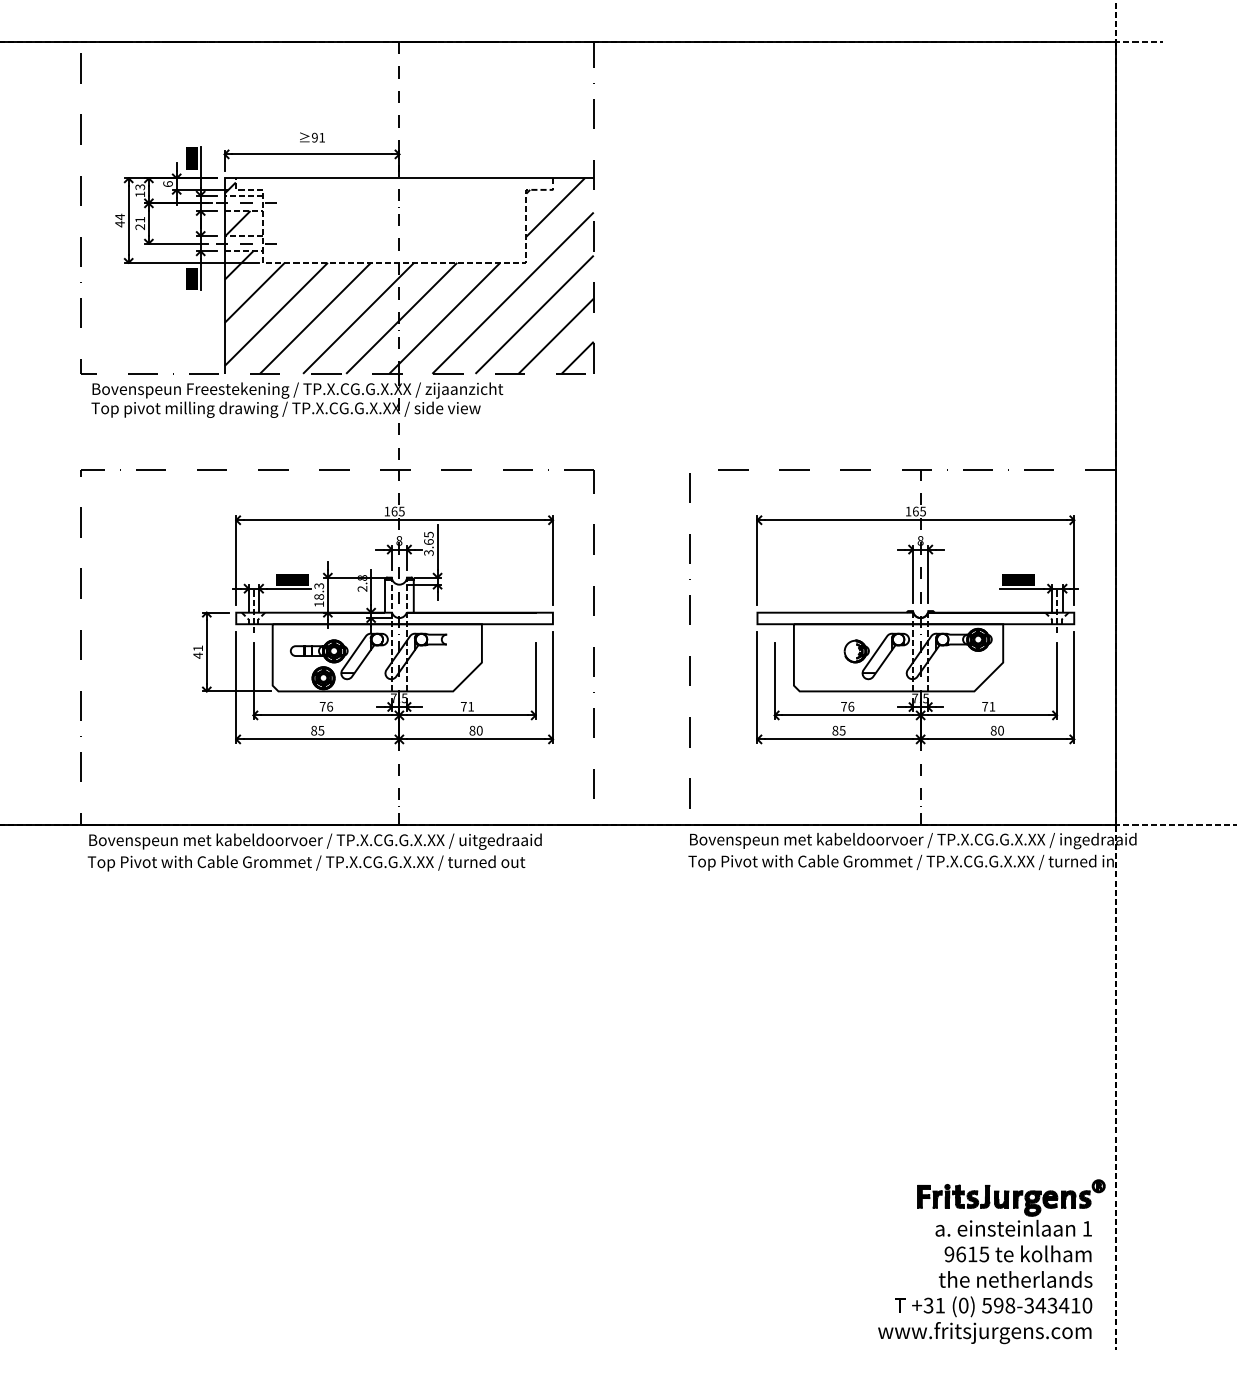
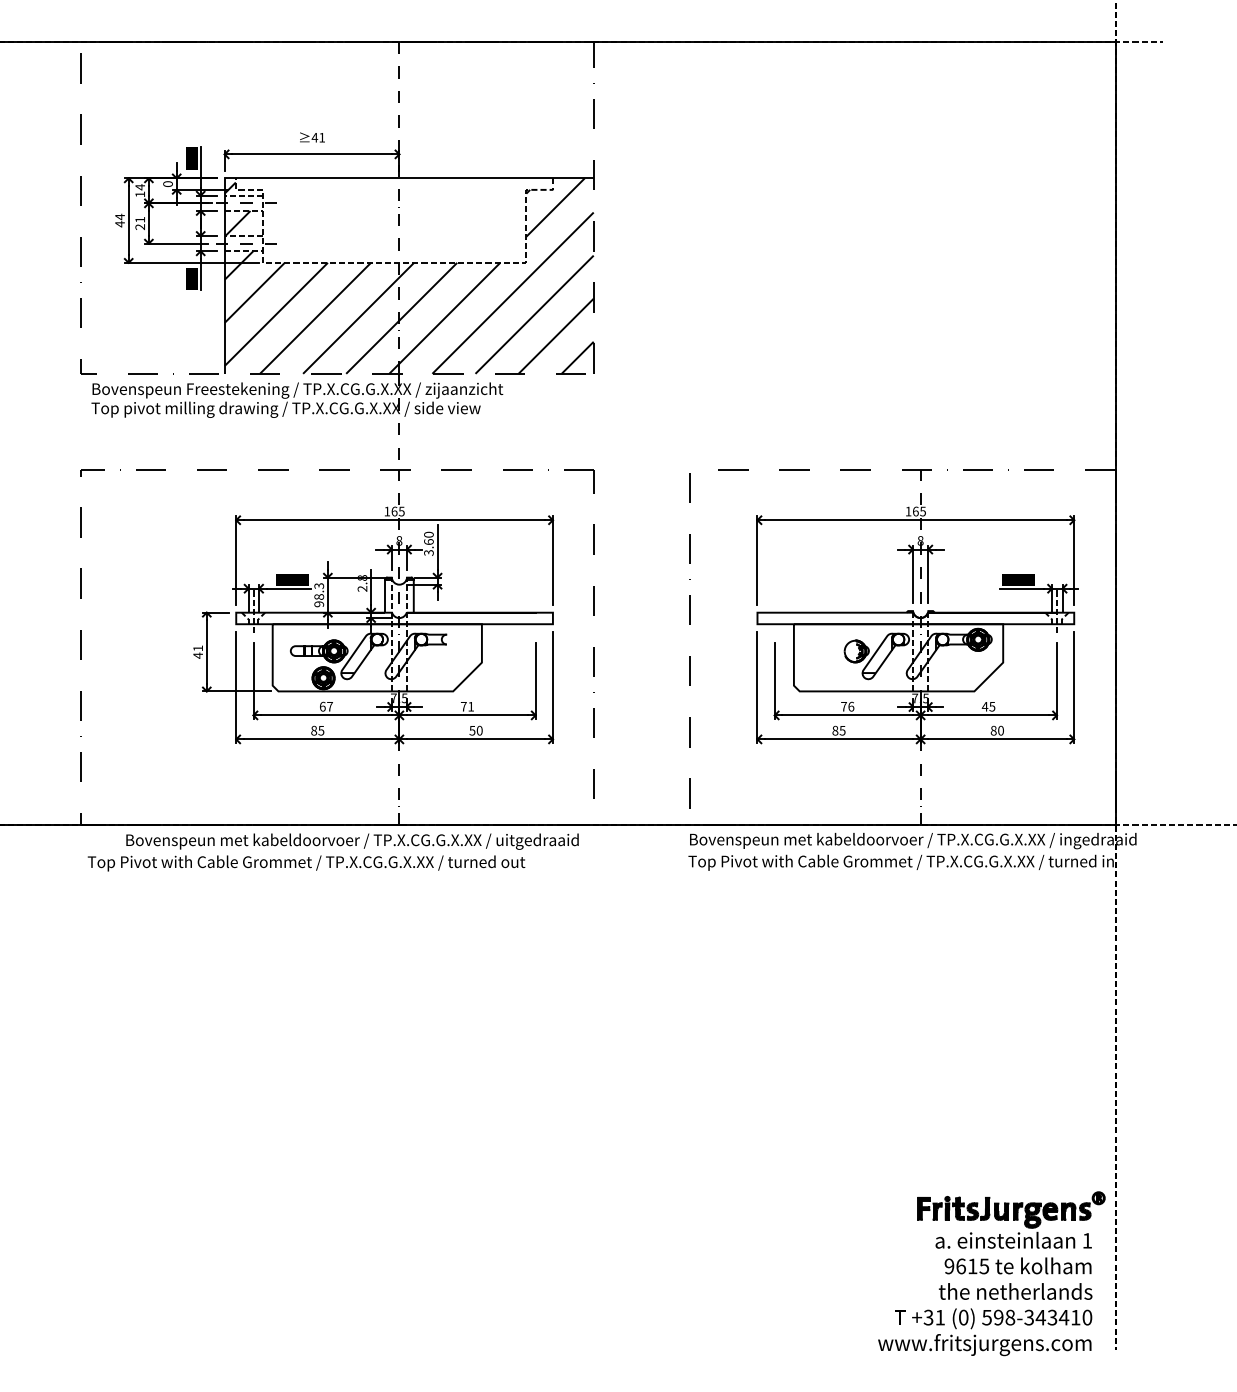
text at (314, 137): 91 -> 41
text at (167, 183): 6 -> 0
text at (140, 187): 13 -> 14
text at (428, 534): 3.65 -> 3.60
text at (319, 604): 18.3 -> 98.3
text at (326, 706): 76 -> 67
text at (988, 706): 71 -> 45
text at (472, 730): 80 -> 50
text at (315, 841) position: (315, 841) -> (352, 841)
part at (991, 1261) position: (991, 1261) -> (991, 1273)
